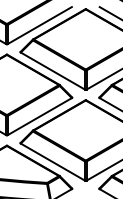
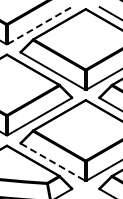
line at (40, 25): solid -> dashed
line at (53, 162): solid -> dashed
